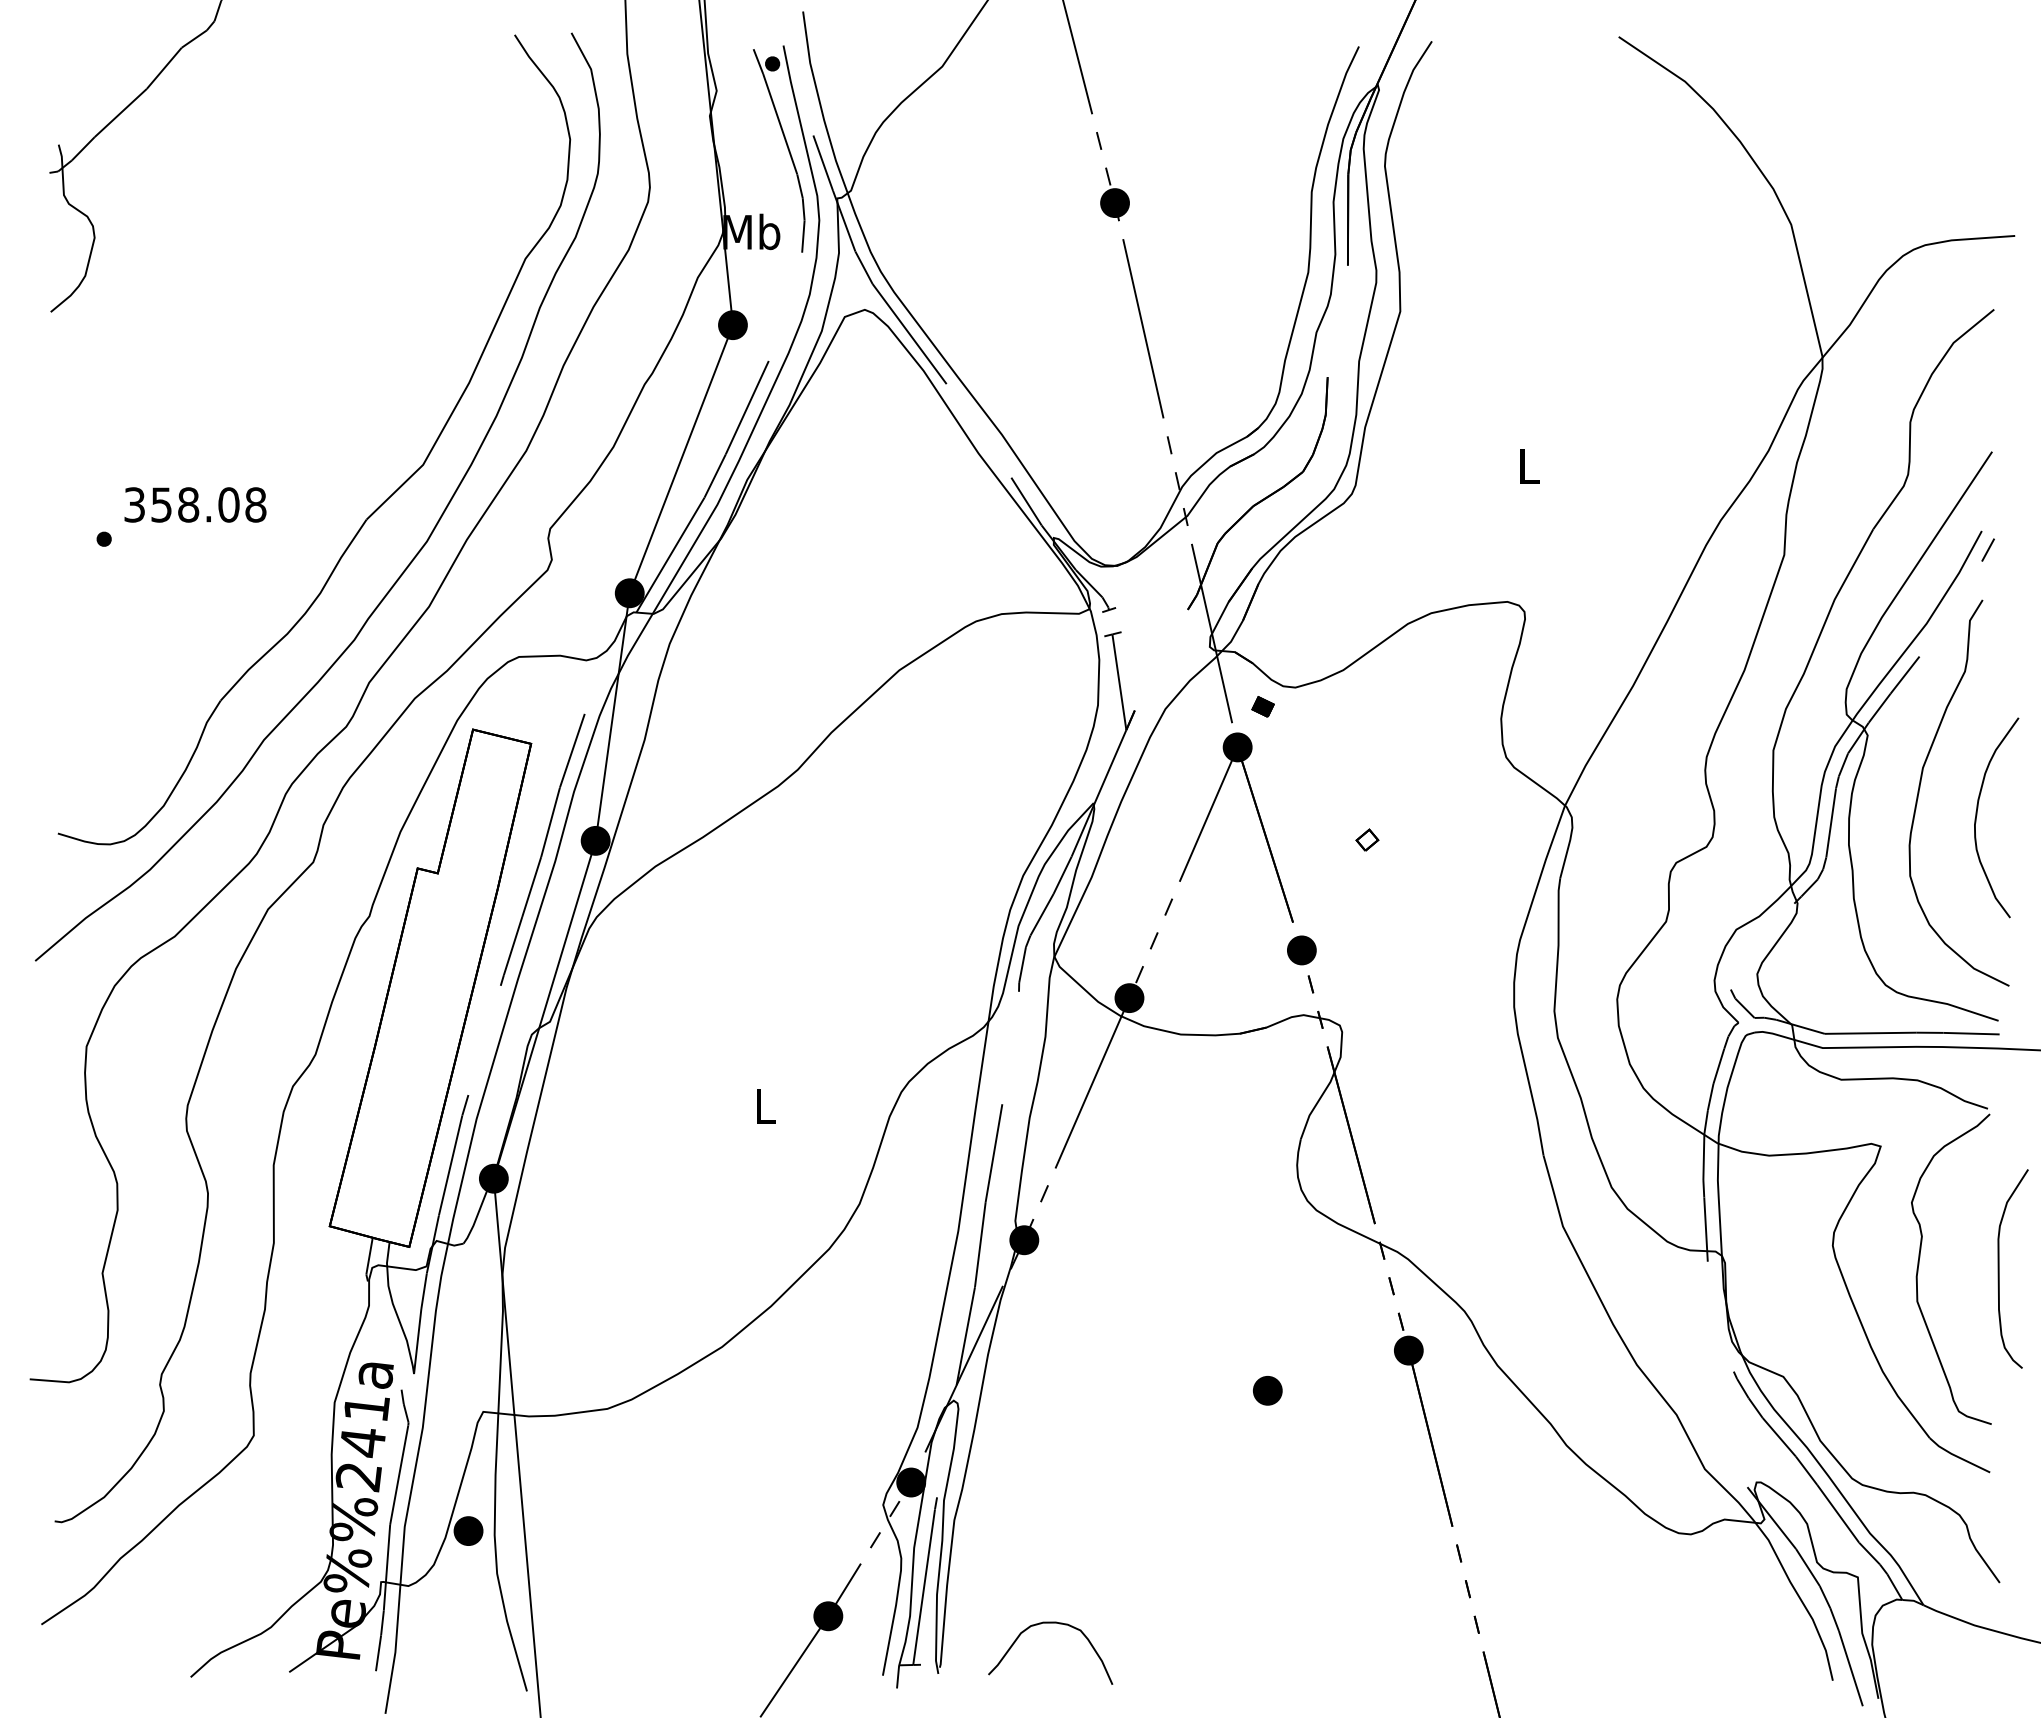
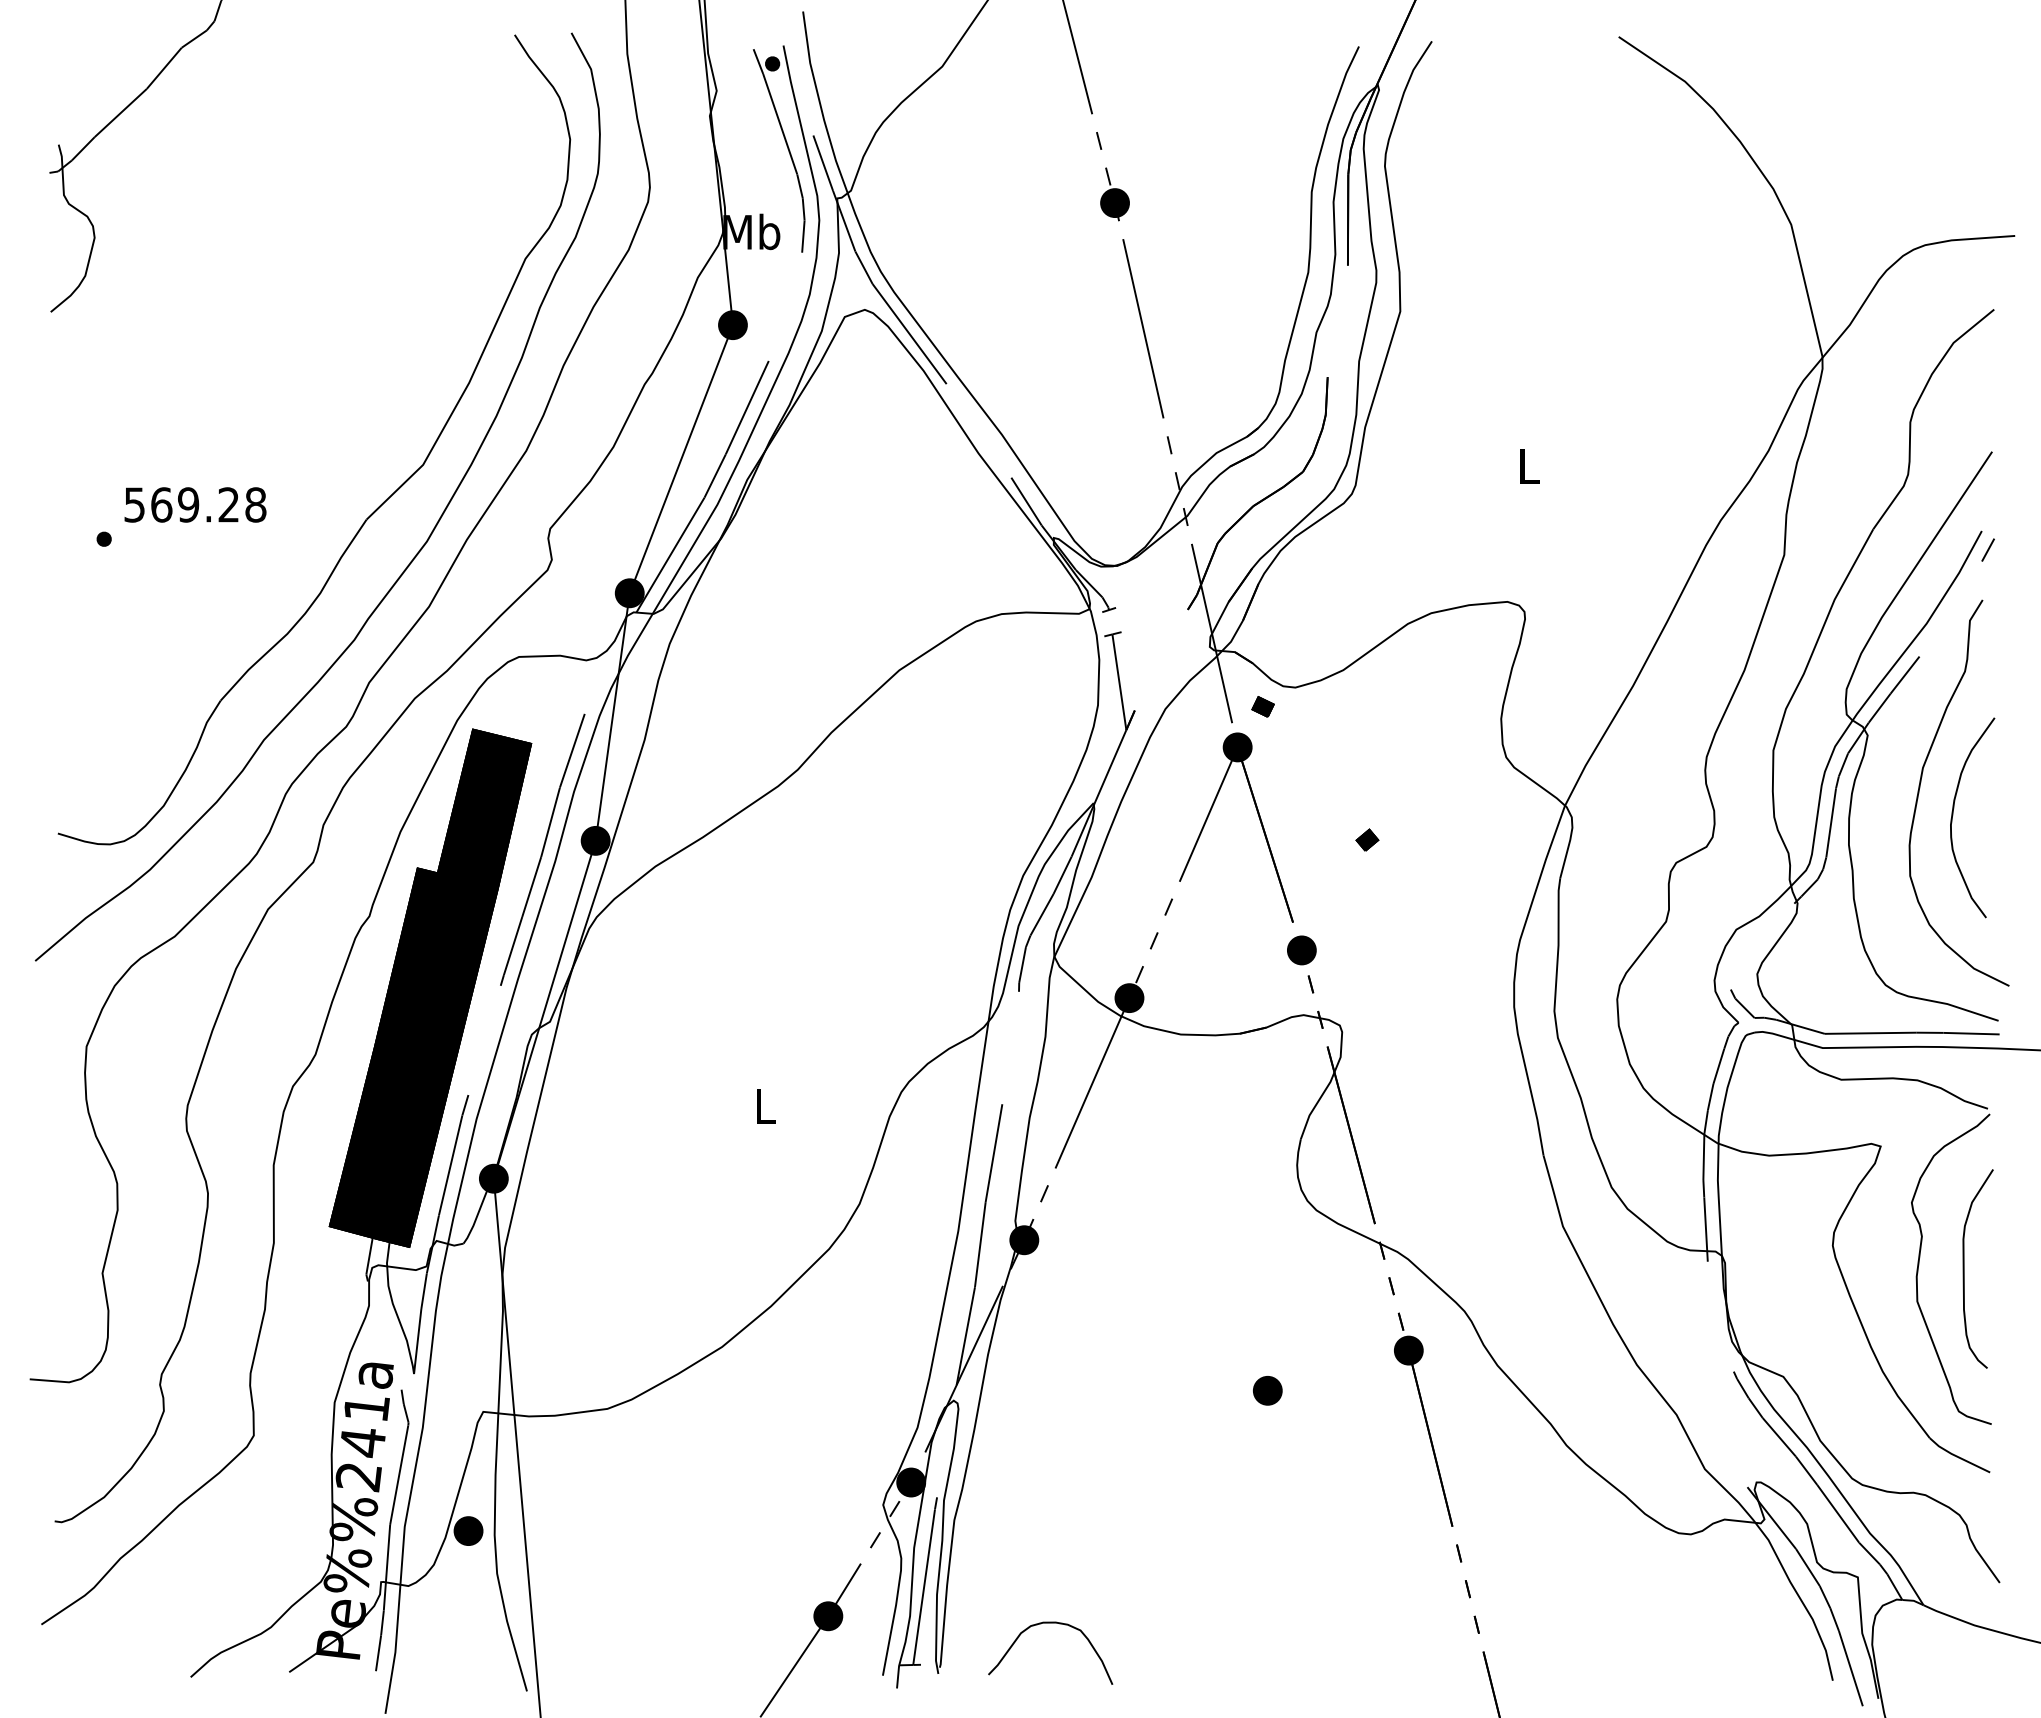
text at (182, 504): 358.08 -> 569.28
curve at (1977, 815) position: (1977, 815) -> (1953, 815)
fill at (1367, 839): none -> present
fill at (430, 987): none -> present
curve at (1999, 1268) position: (1999, 1268) -> (1964, 1268)
